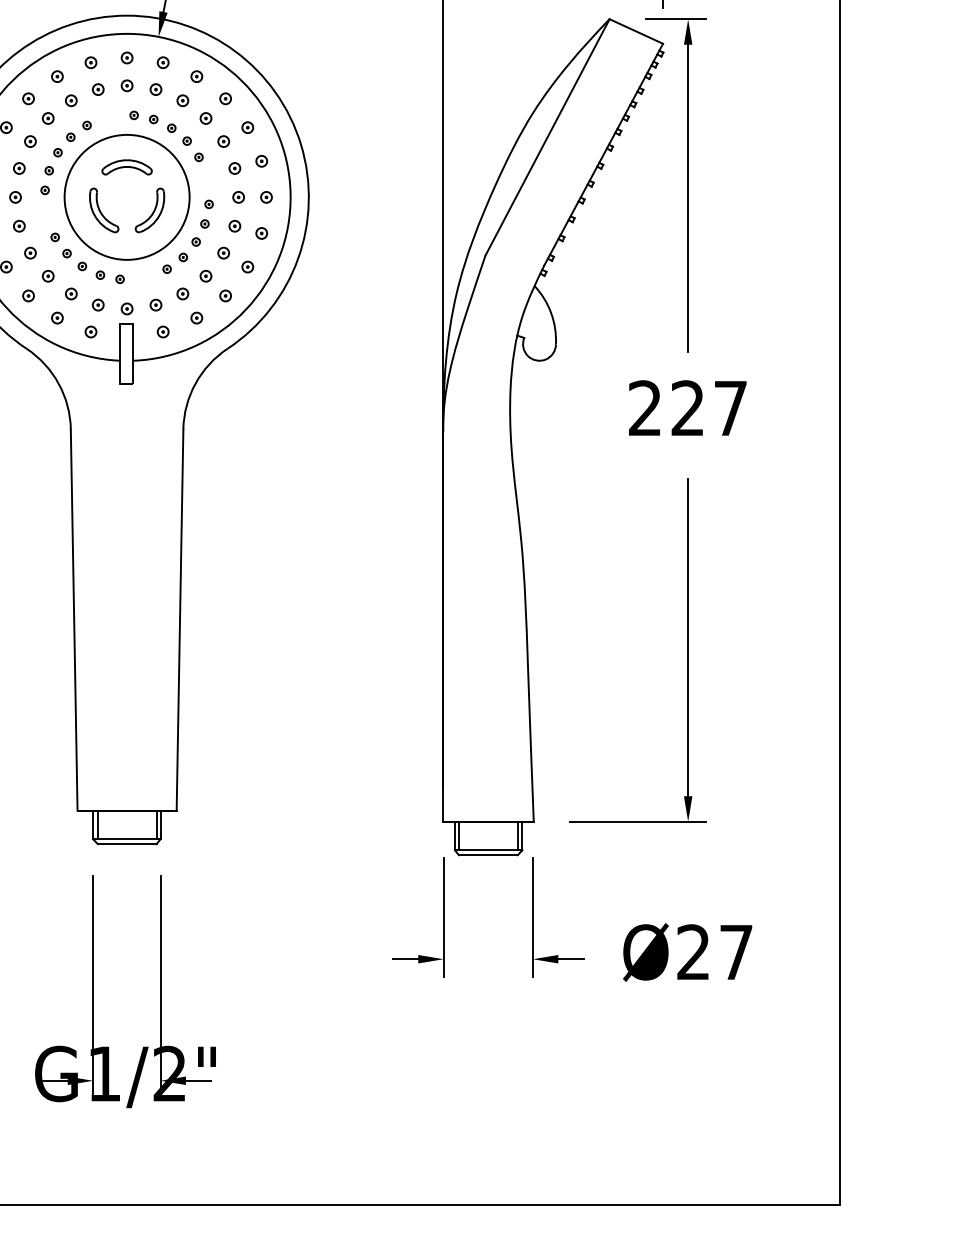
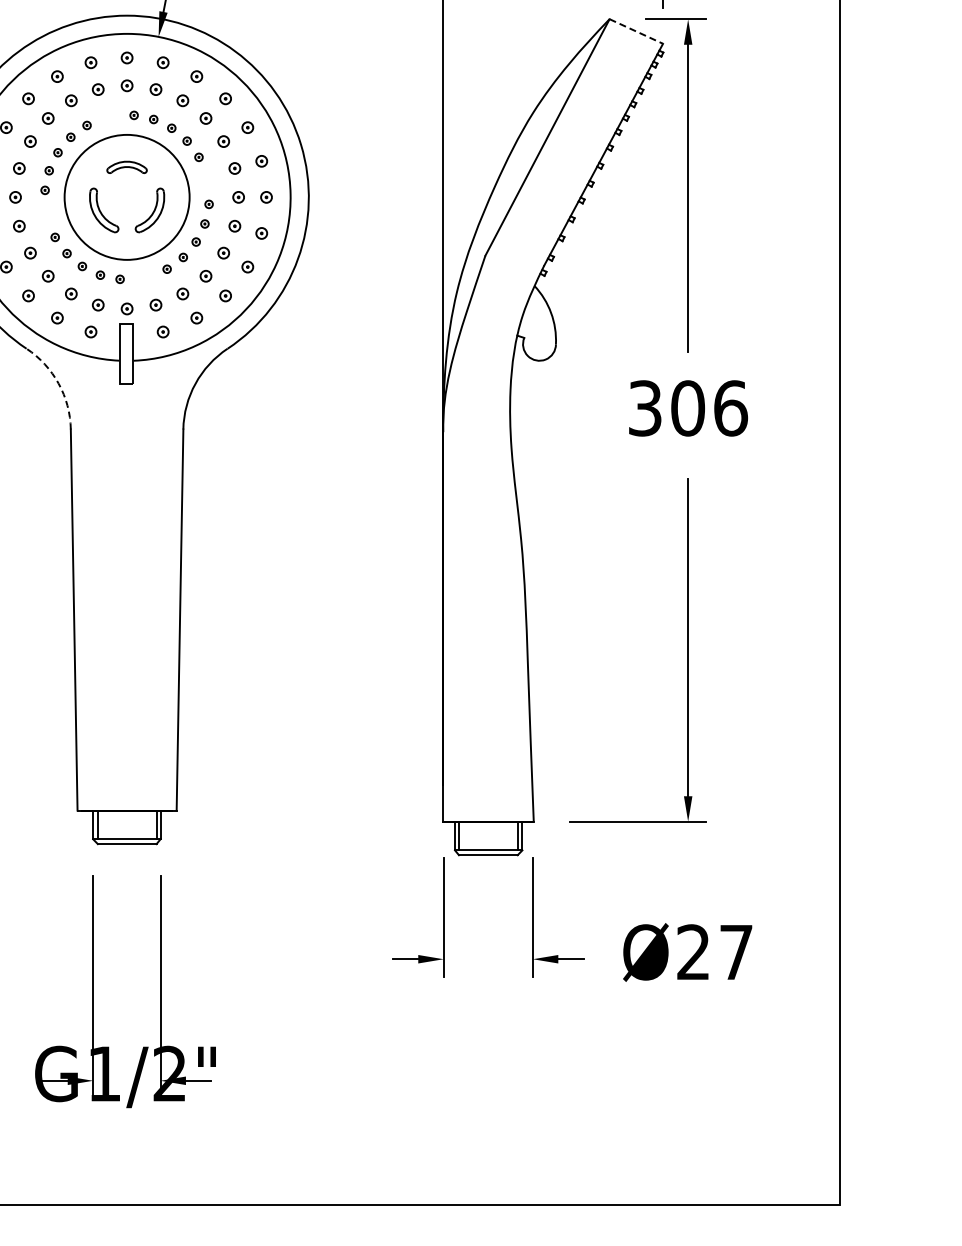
line at (636, 31): solid -> dashed
part at (126, 167) size: 52x17 px -> 42x14 px
arc at (58, 383): solid -> dashed
text at (688, 408): 227 -> 306
